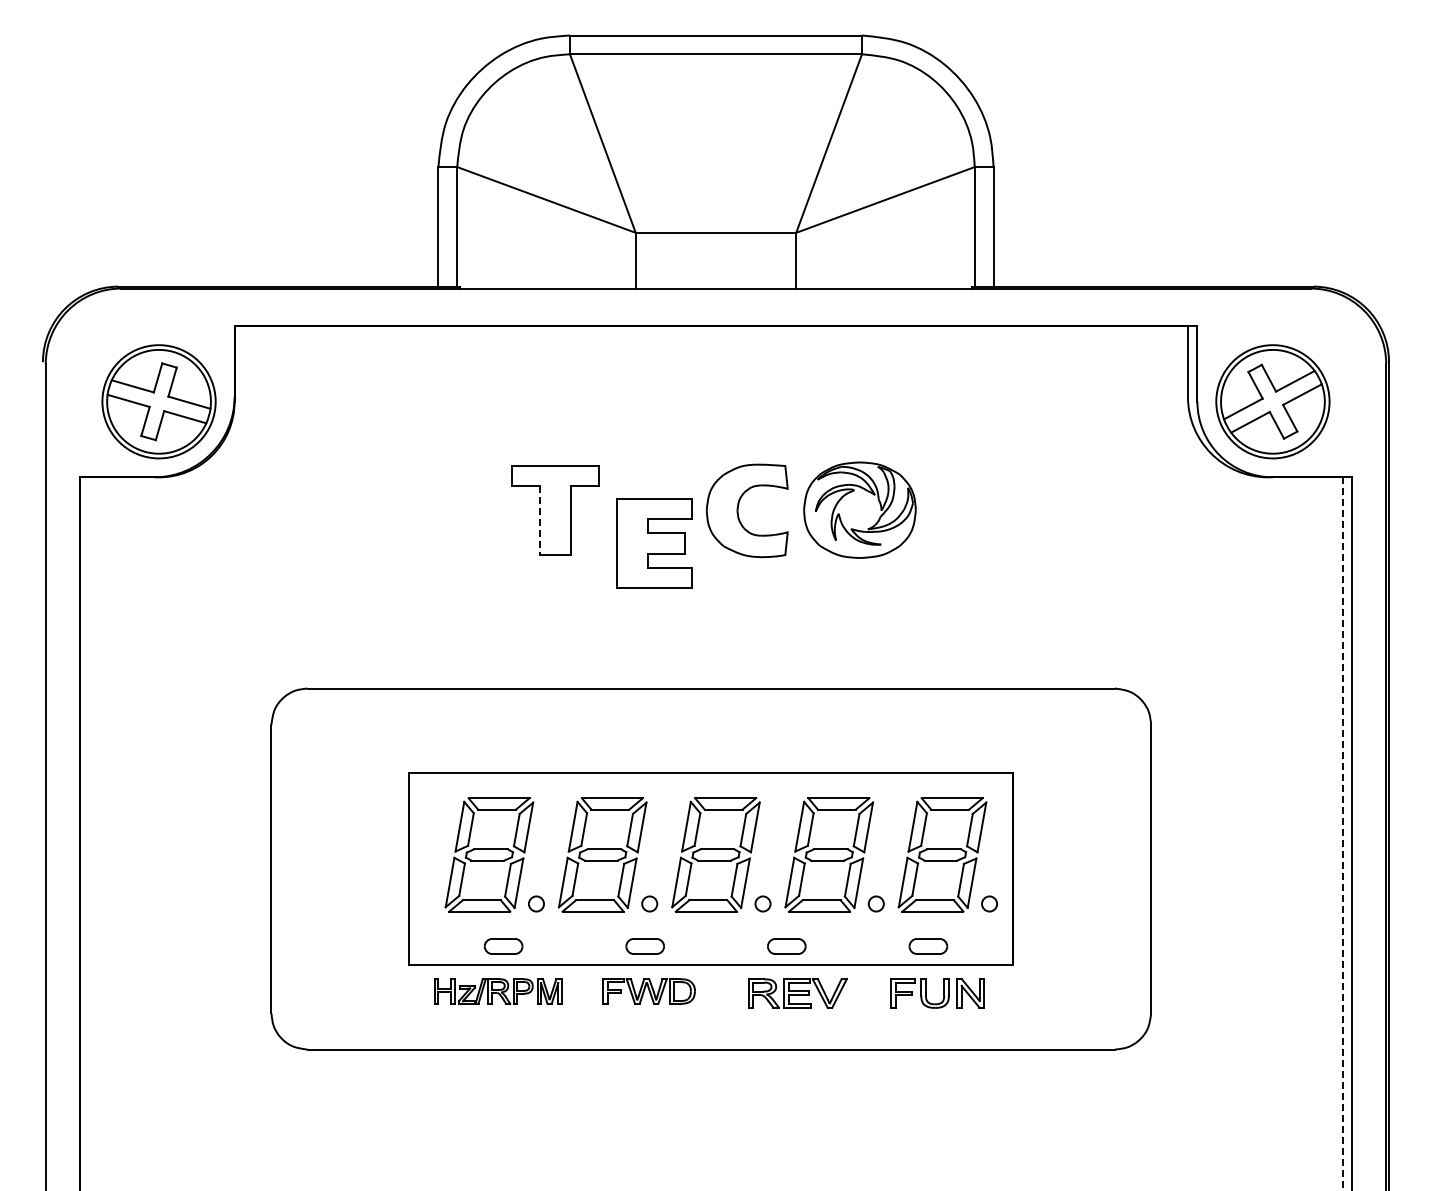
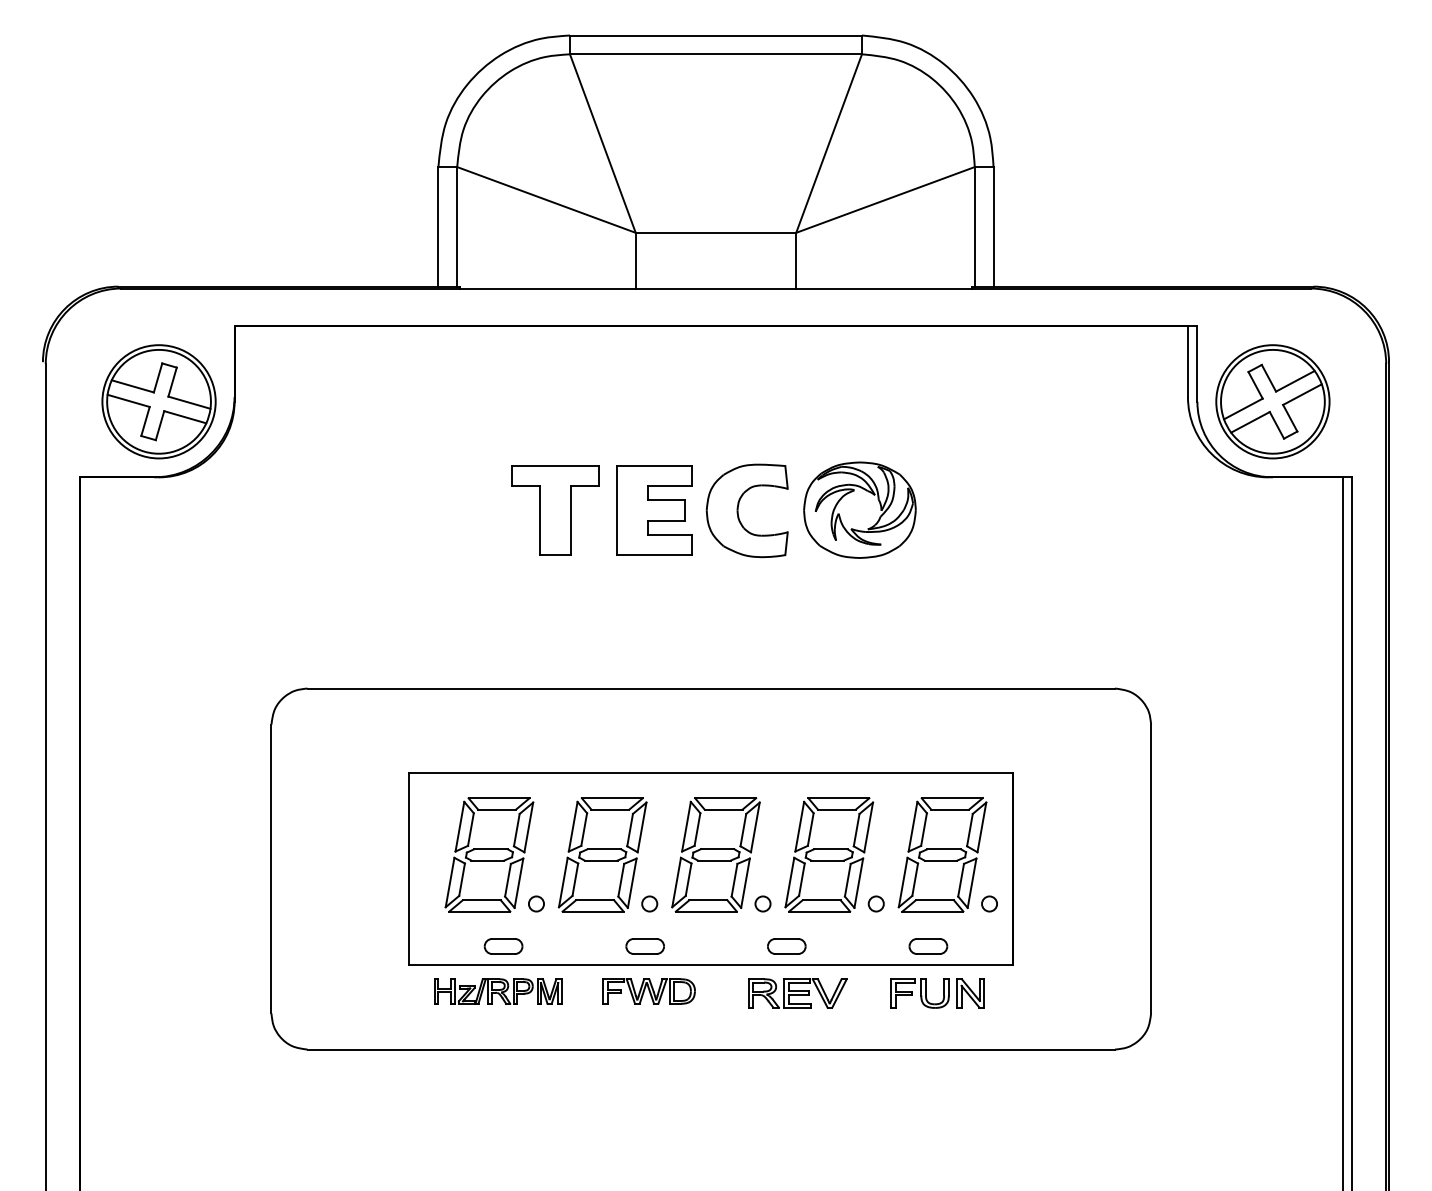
line at (539, 520): dashed -> solid
part at (654, 543) position: (654, 543) -> (654, 510)
line at (1342, 834): dashed -> solid
